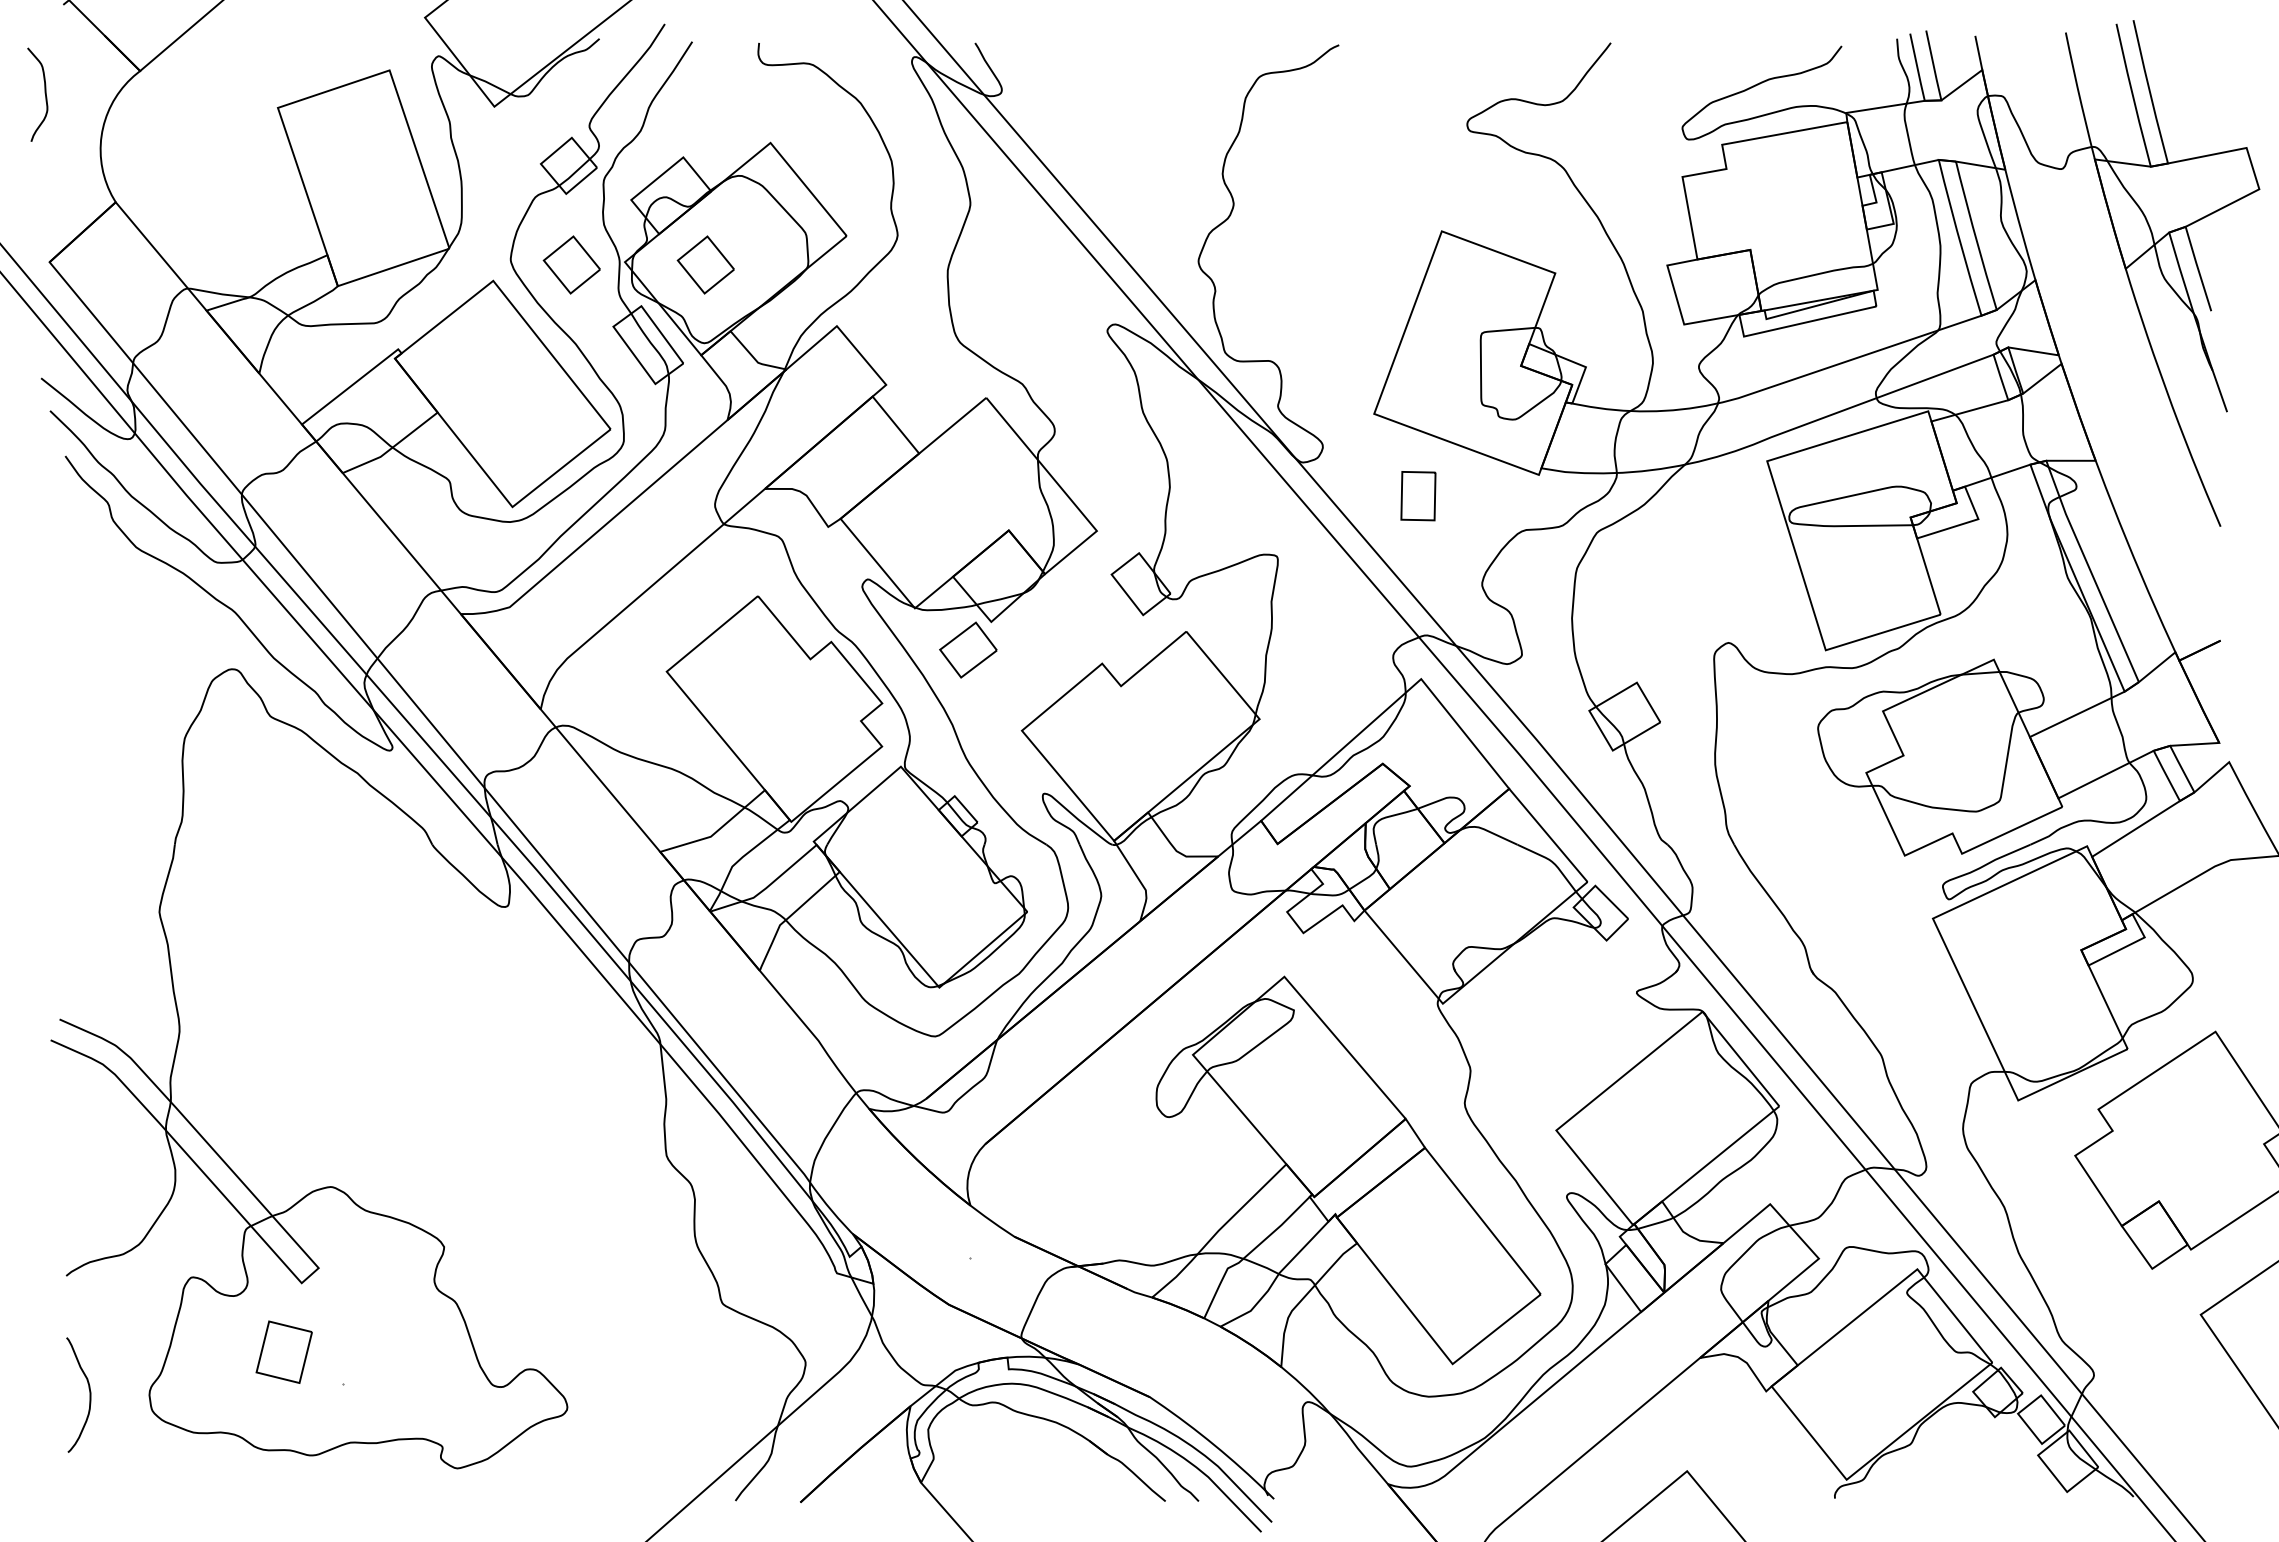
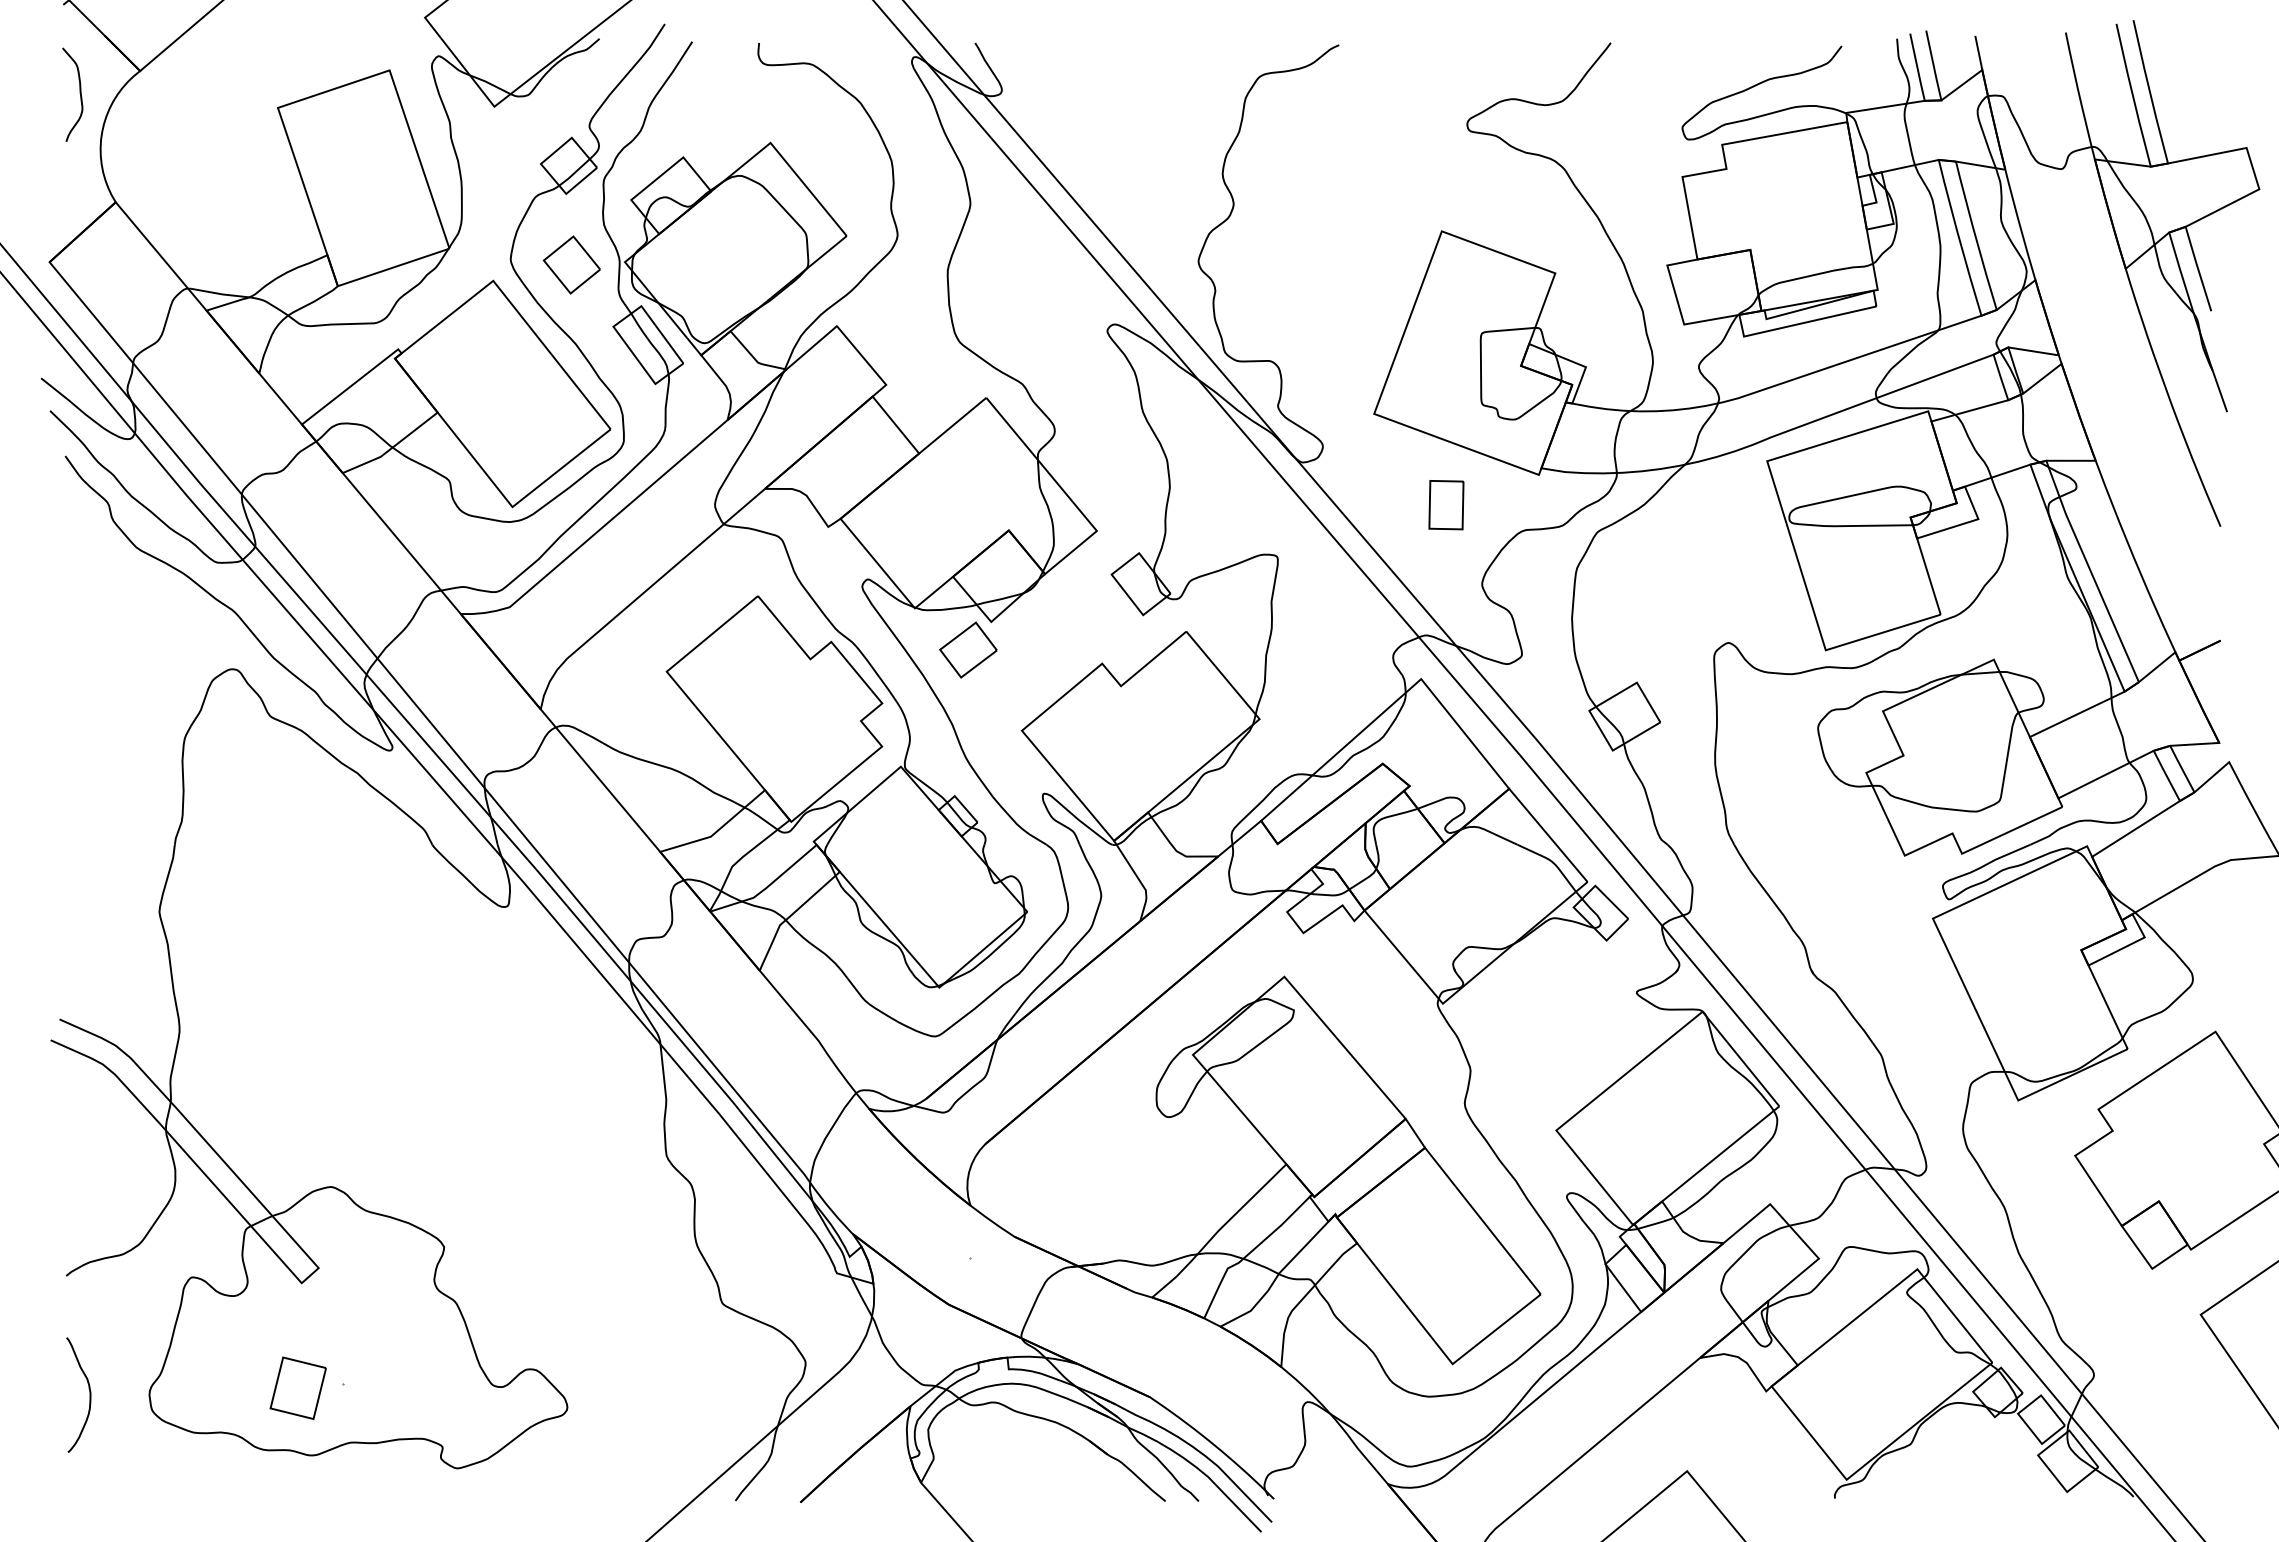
curve at (44, 93) position: (44, 93) -> (79, 93)
part at (705, 264): present -> none
part at (1418, 496) position: (1418, 496) -> (1446, 505)
part at (283, 1351) position: (283, 1351) -> (297, 1387)
